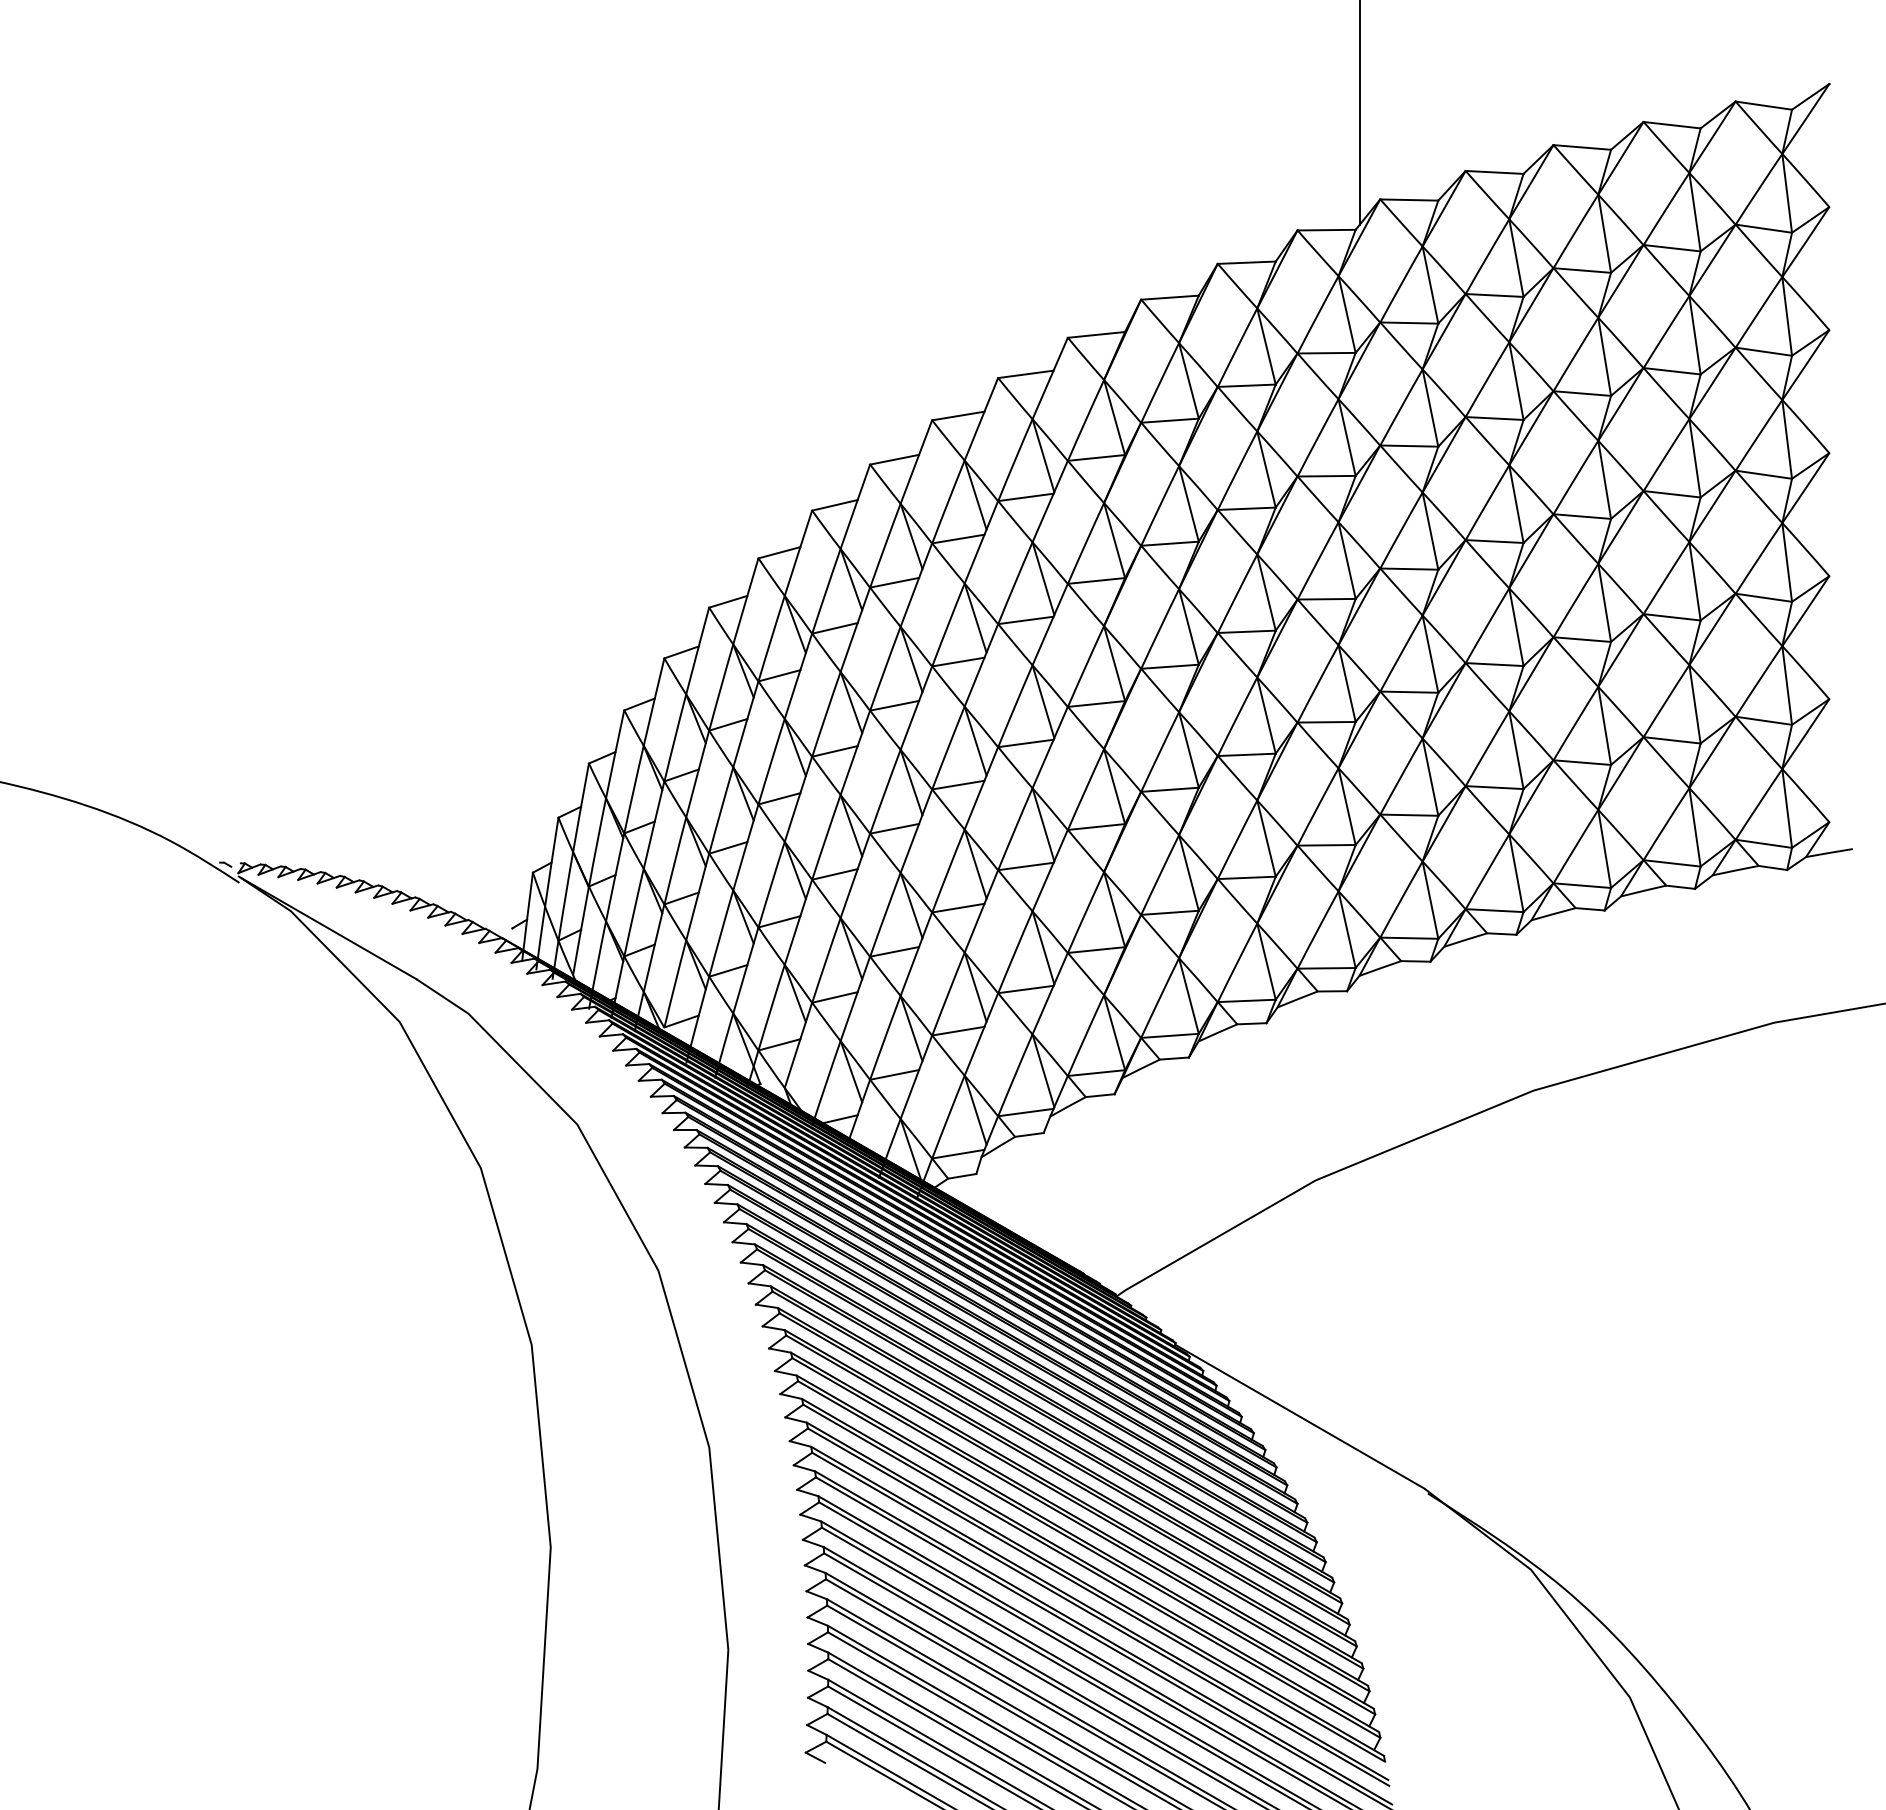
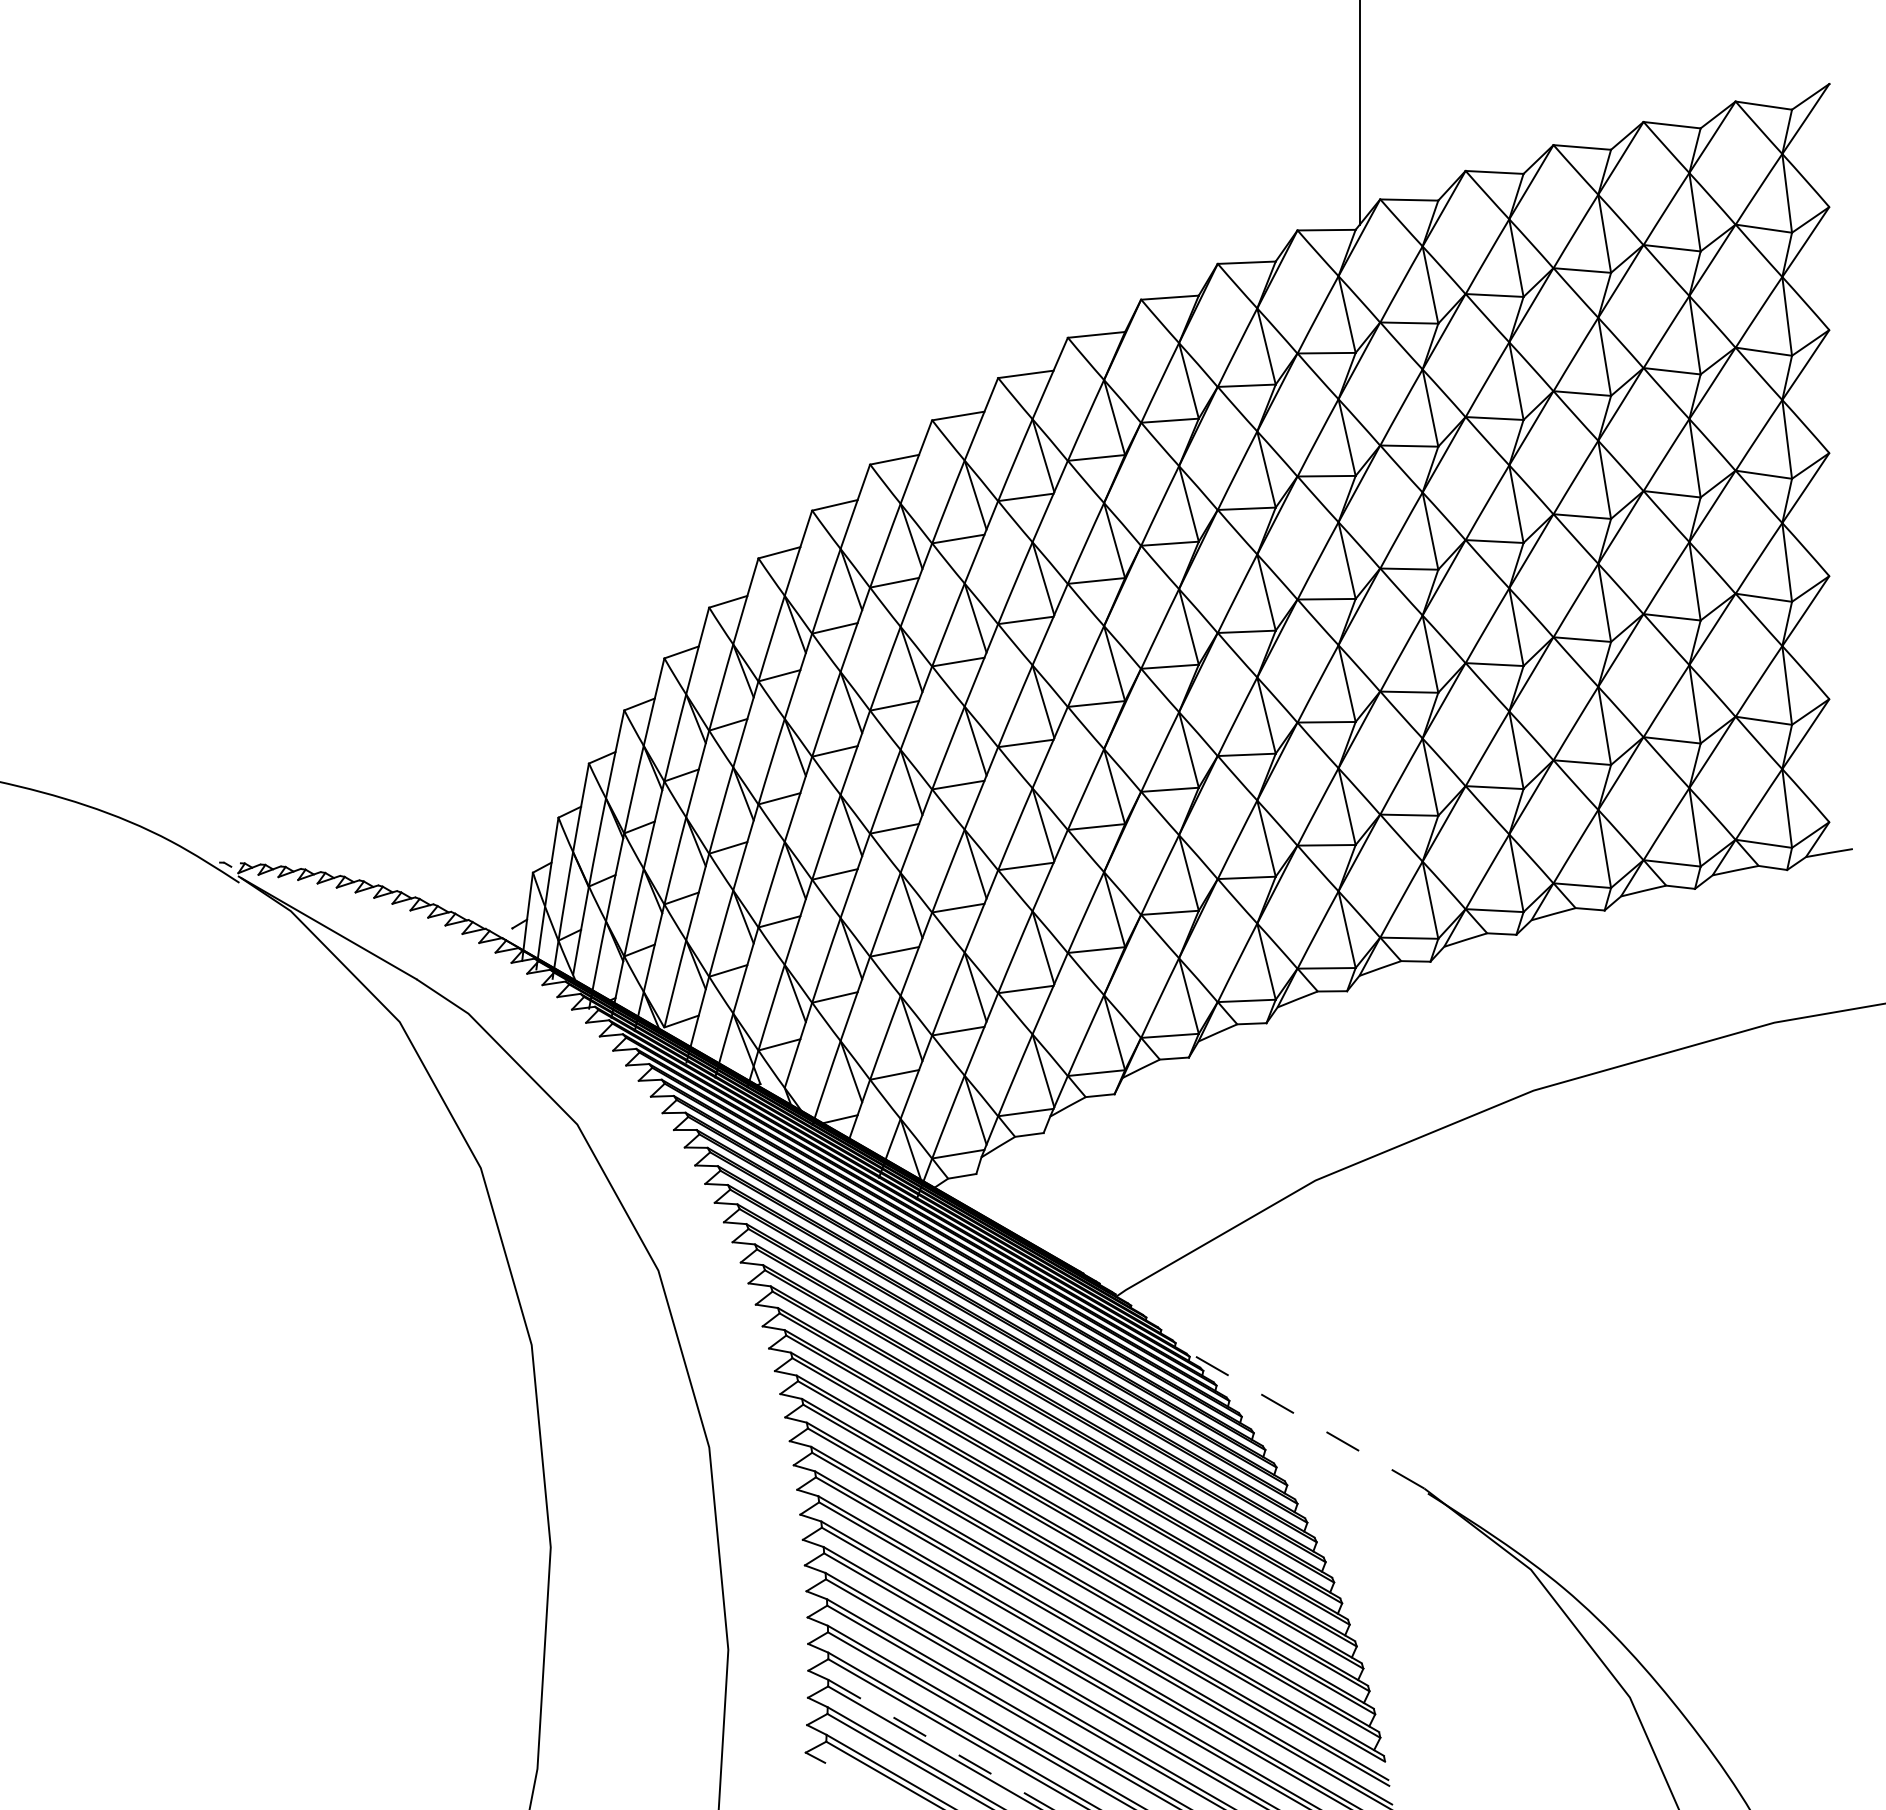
line at (1299, 1416): solid -> dashed
line at (940, 1744): solid -> dashed
